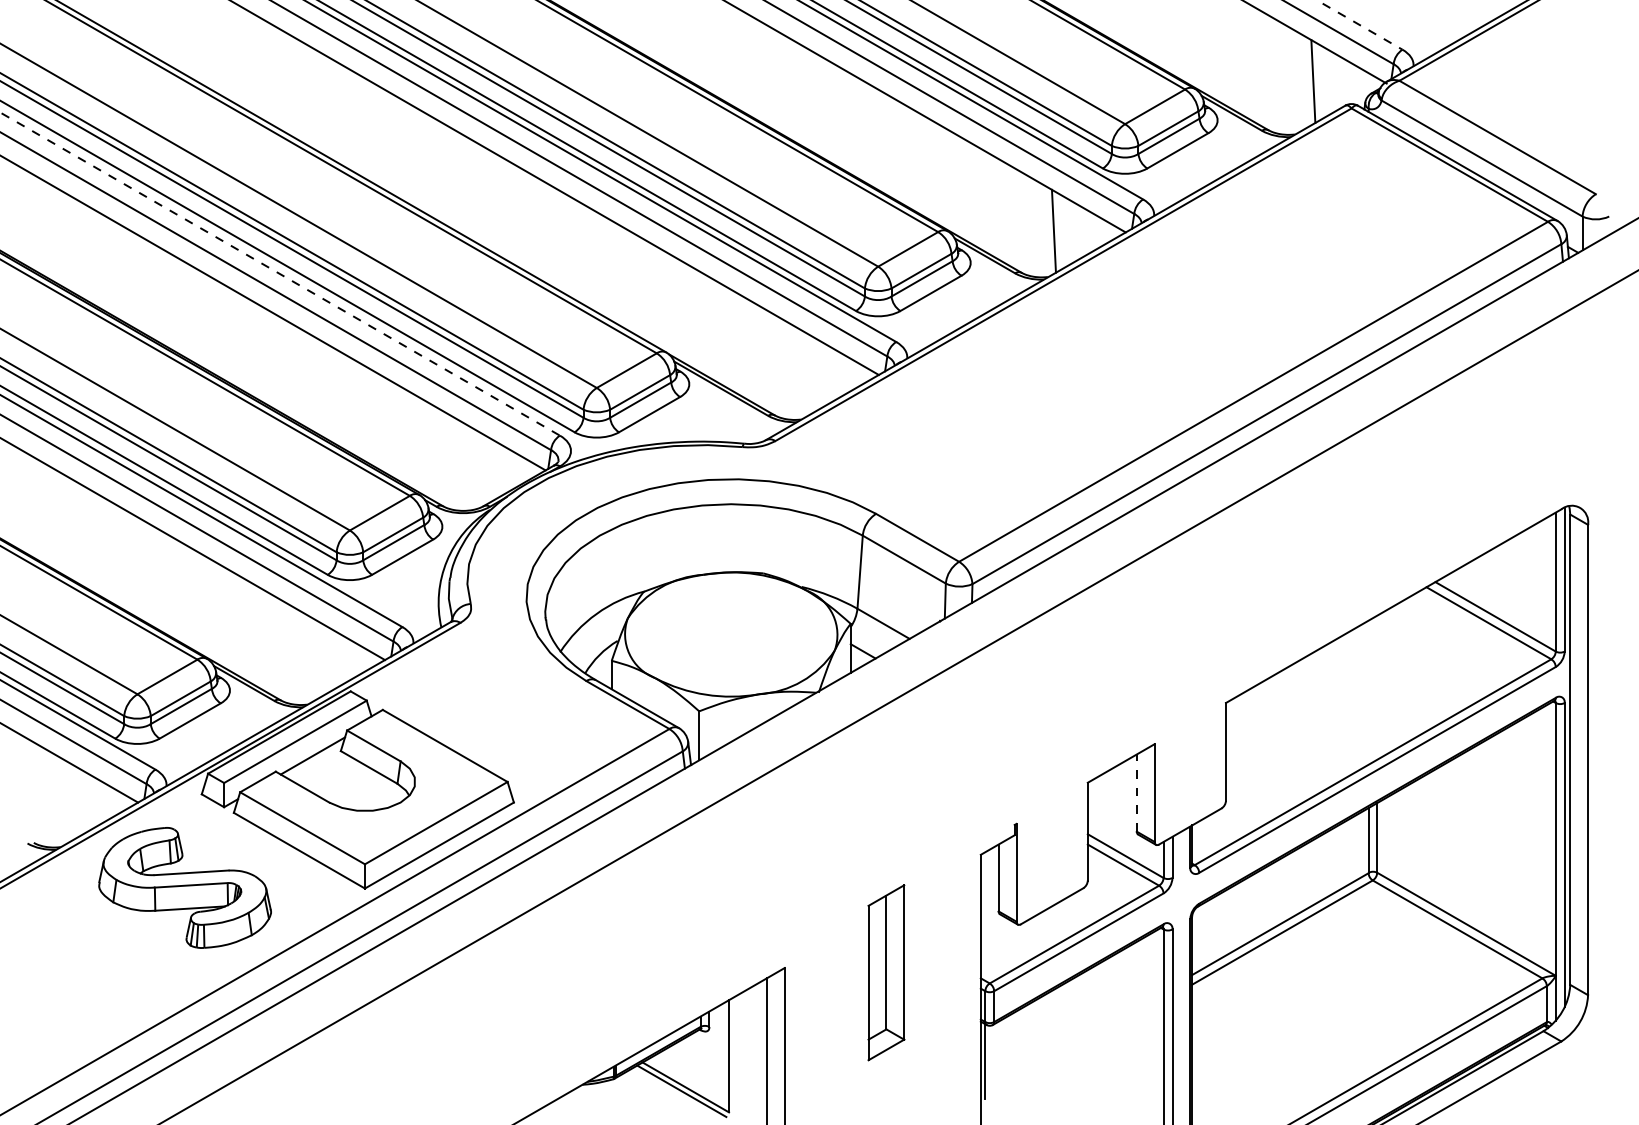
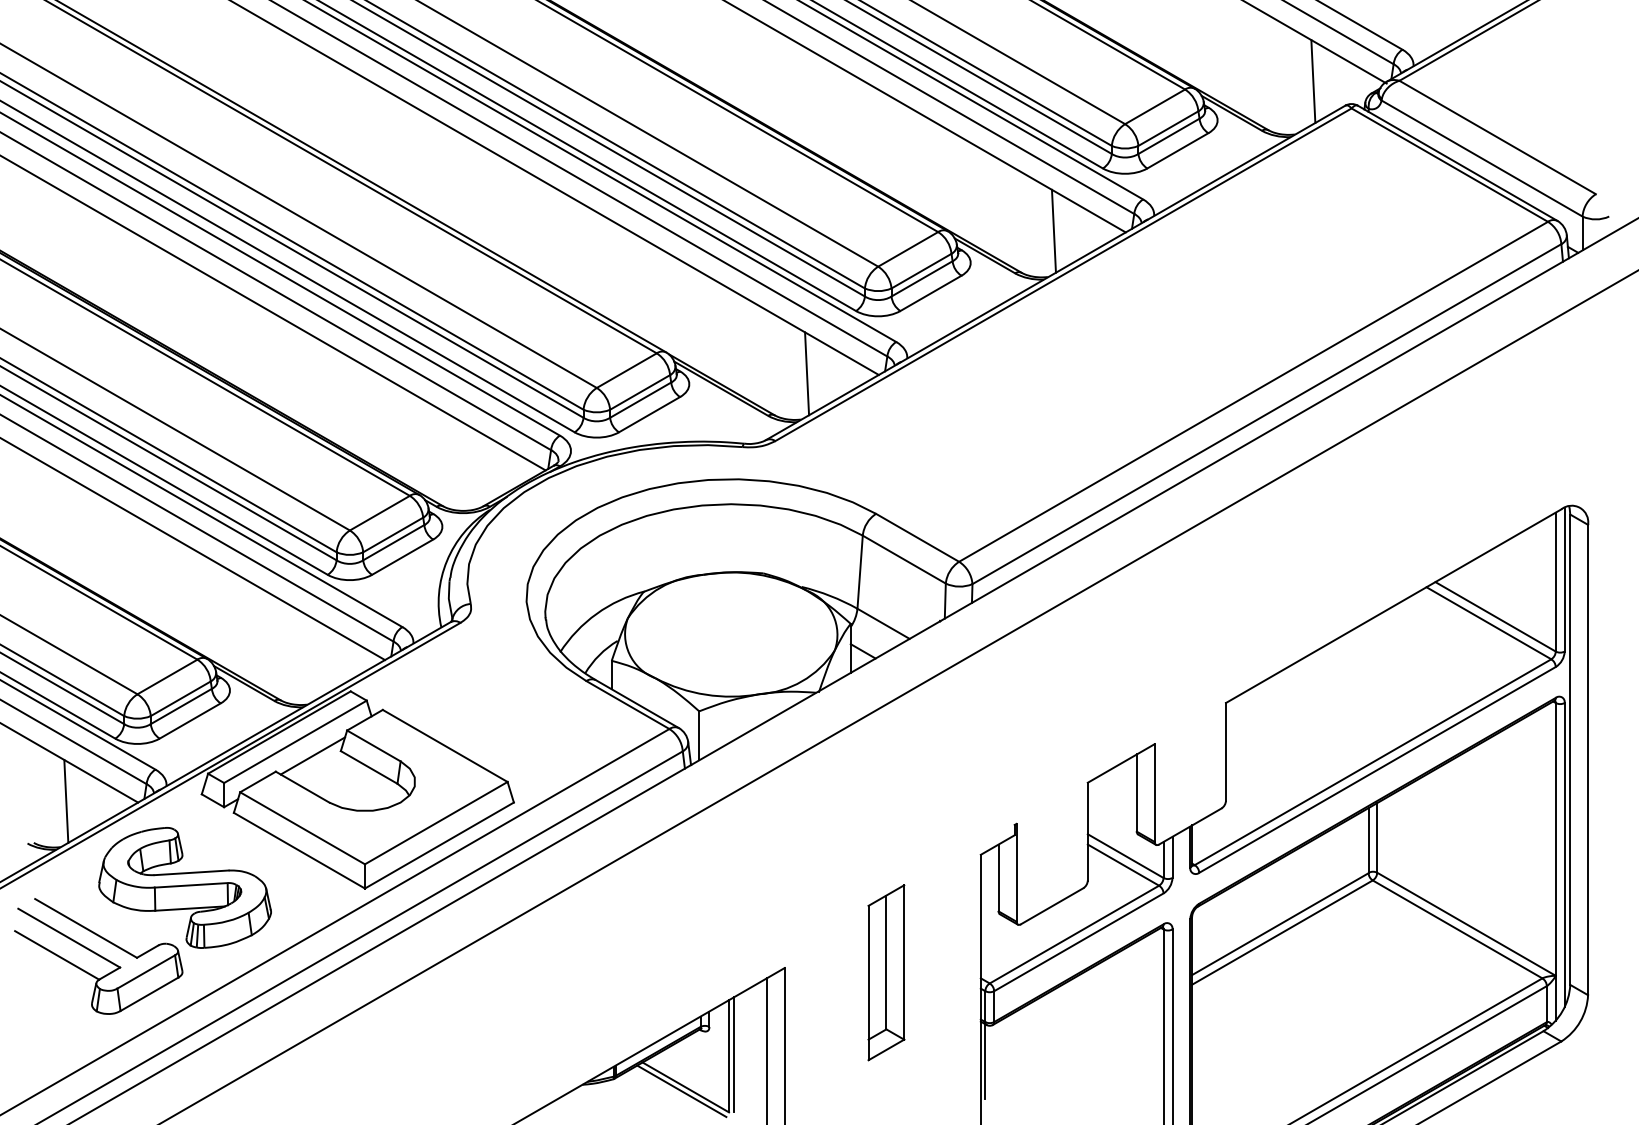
line at (1360, 25): dashed -> solid
line at (280, 274): dashed -> solid
line at (807, 373): none -> present
line at (1136, 793): dashed -> solid
line at (66, 800): none -> present
part at (98, 956): none -> present
line at (734, 1054): none -> present
